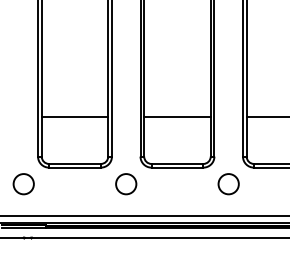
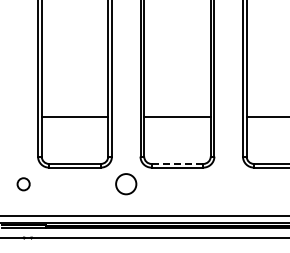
line at (177, 163): solid -> dashed
circle at (23, 184) size: 23x23 px -> 15x15 px
circle at (228, 184): present -> none
